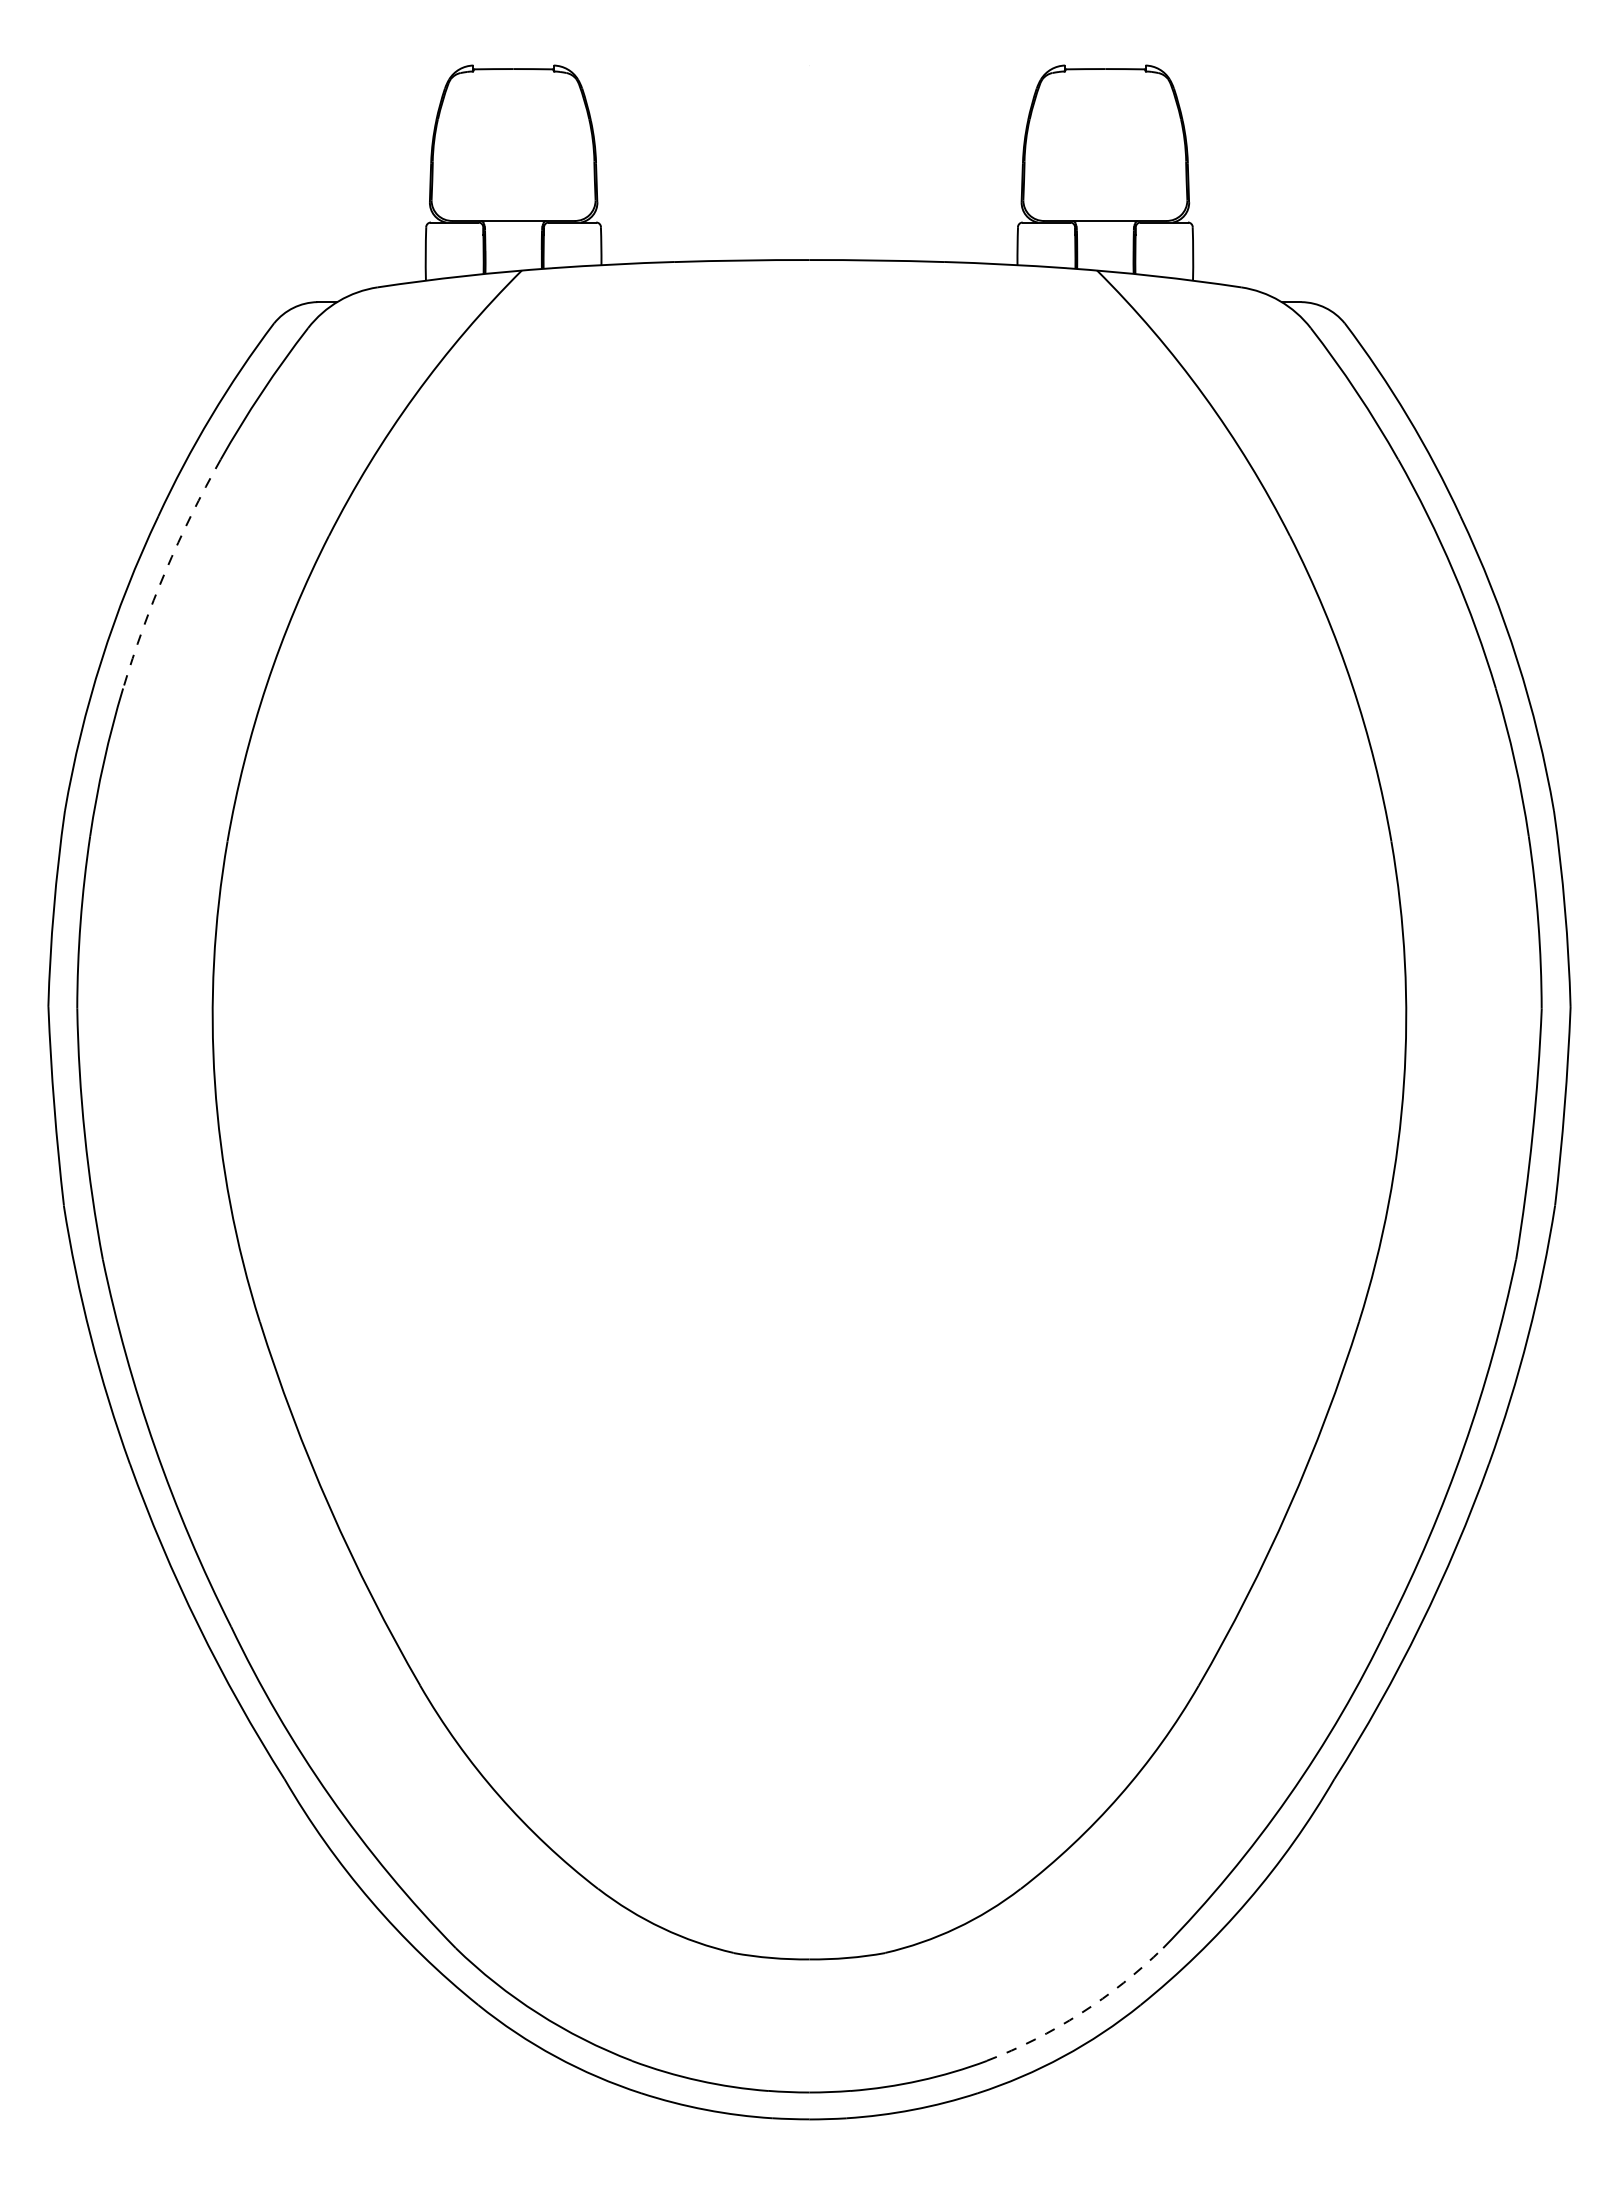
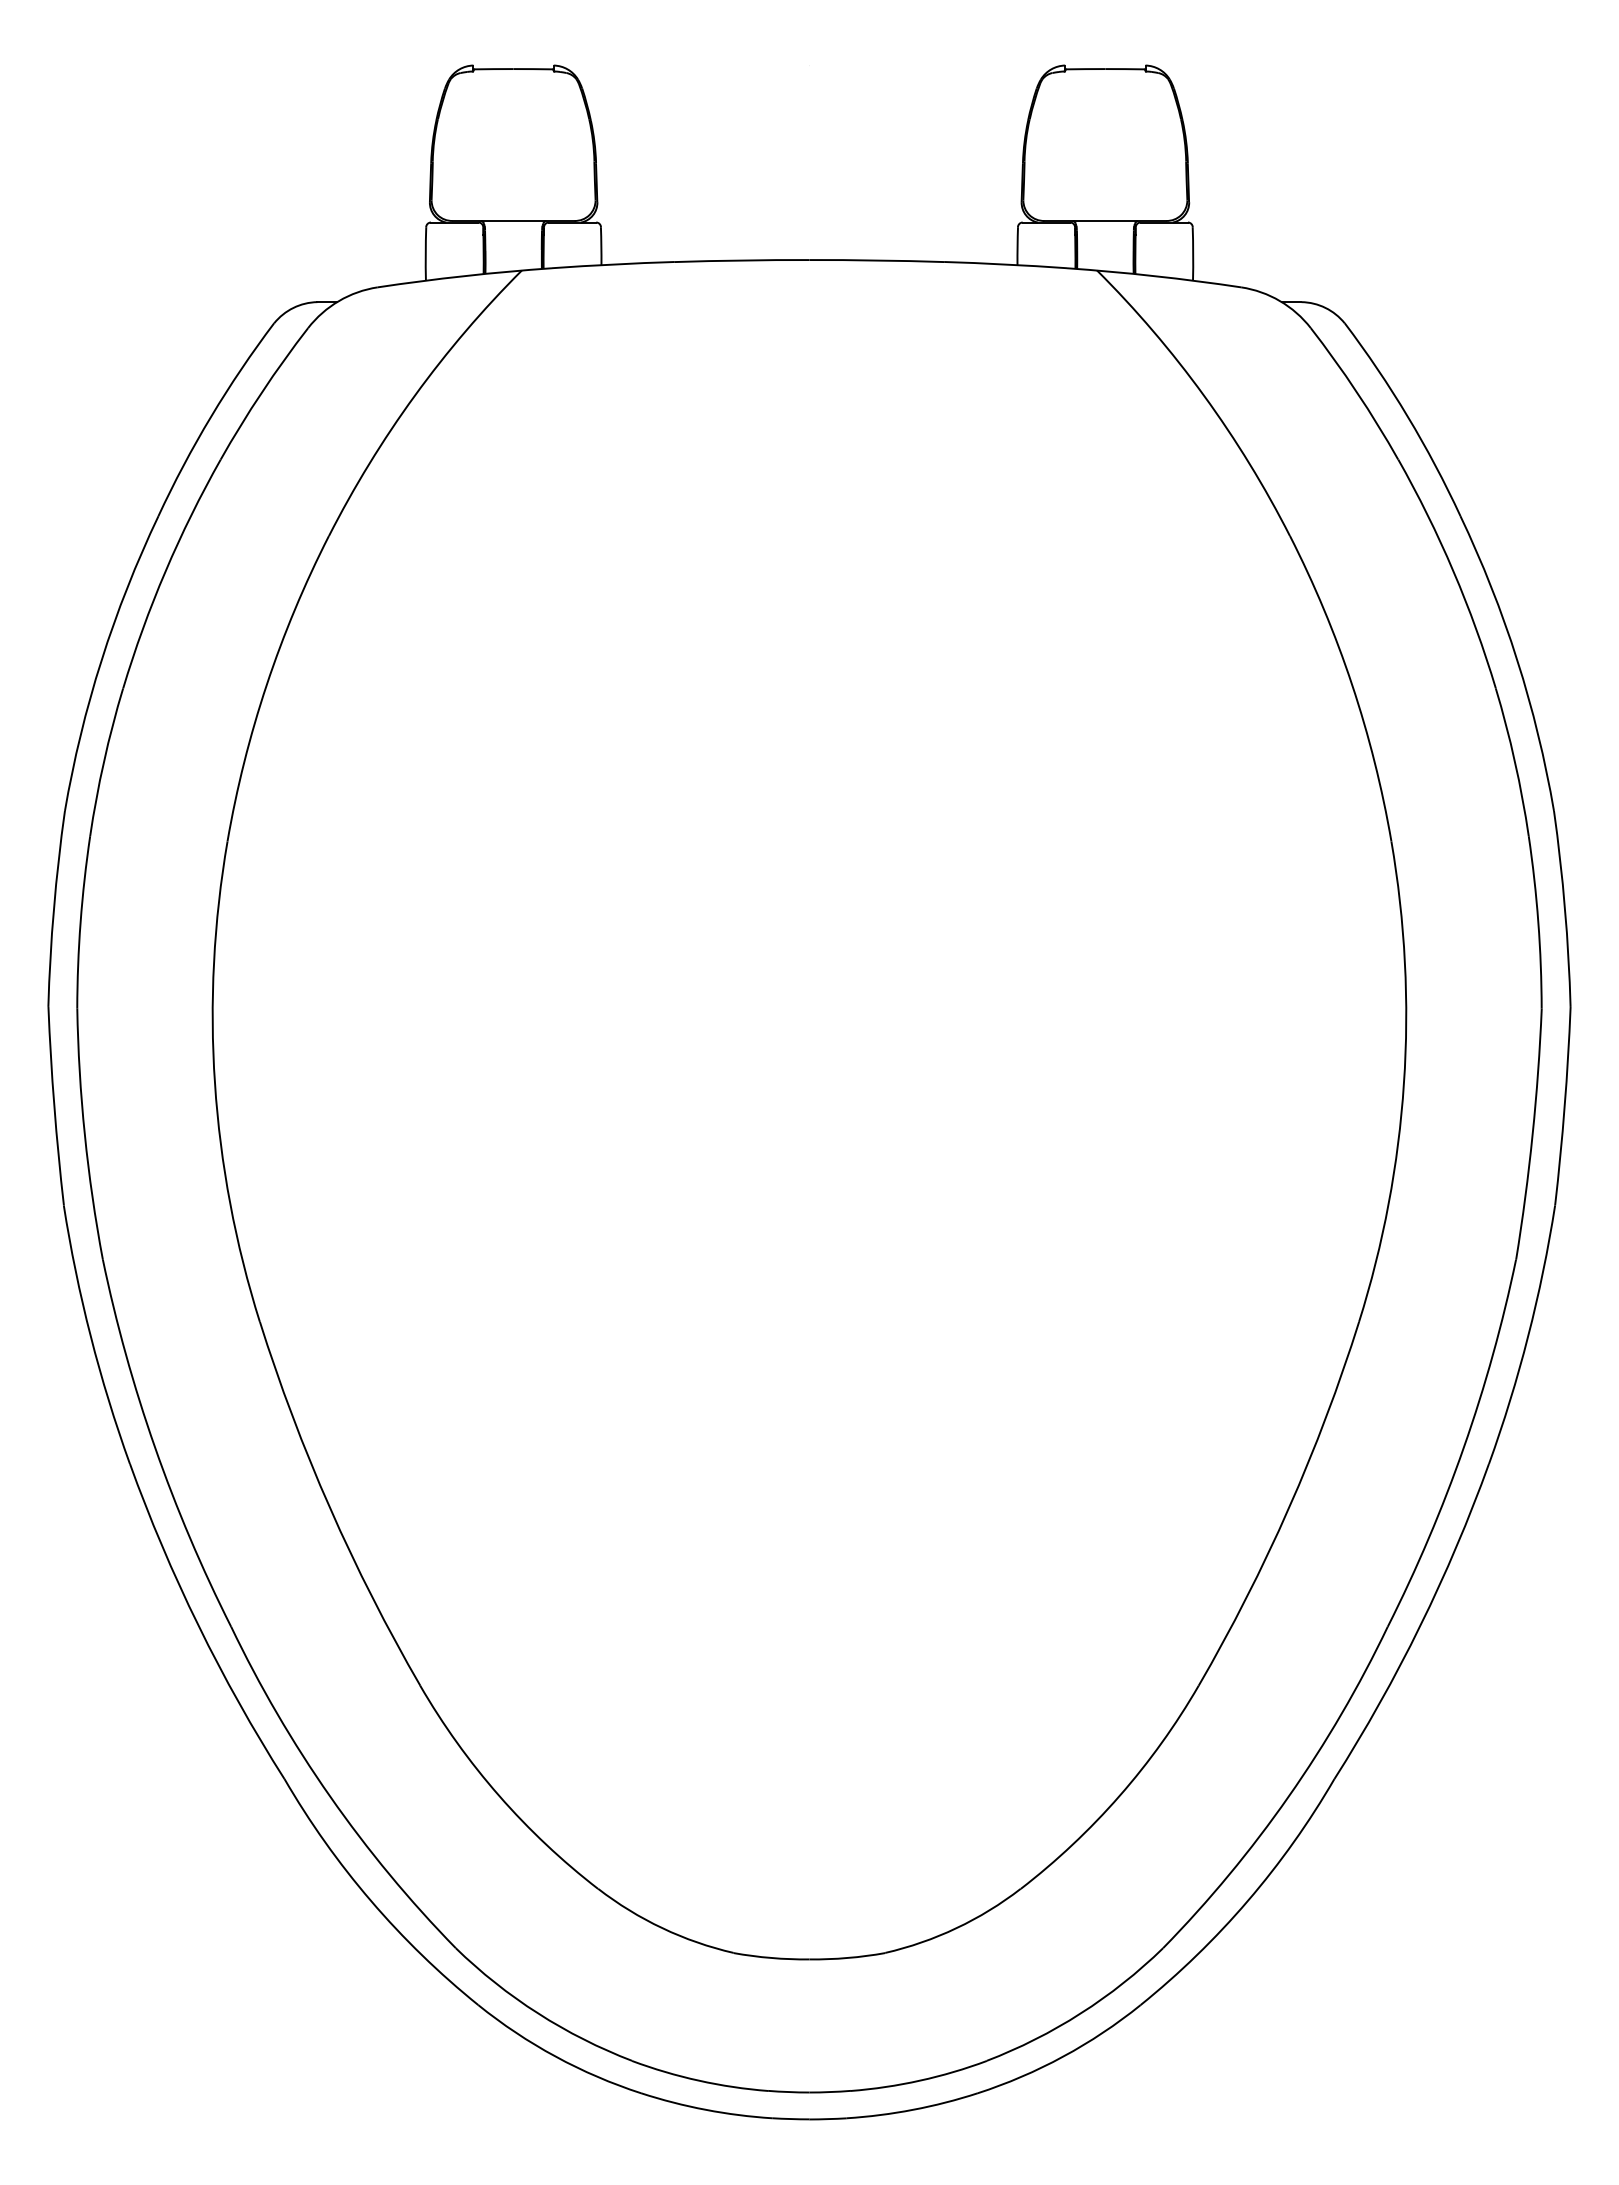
arc at (165, 571): dashed -> solid
arc at (1080, 2013): dashed -> solid
